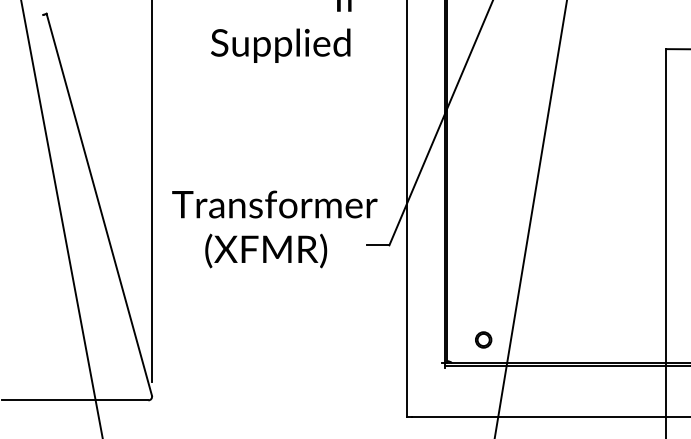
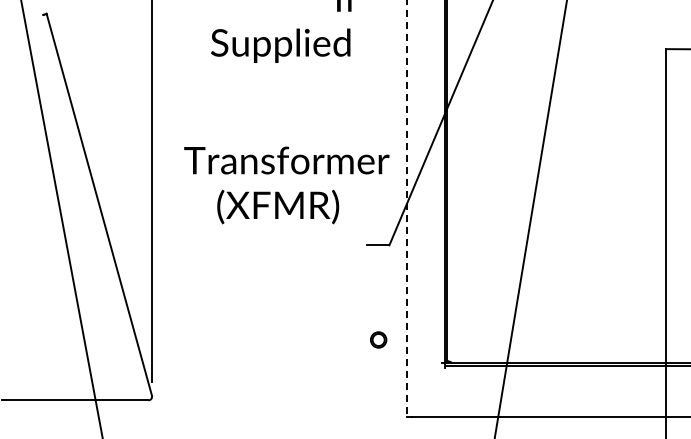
line at (406, 208): solid -> dashed
text at (274, 229) position: (274, 229) -> (286, 185)
part at (483, 339) position: (483, 339) -> (378, 339)
